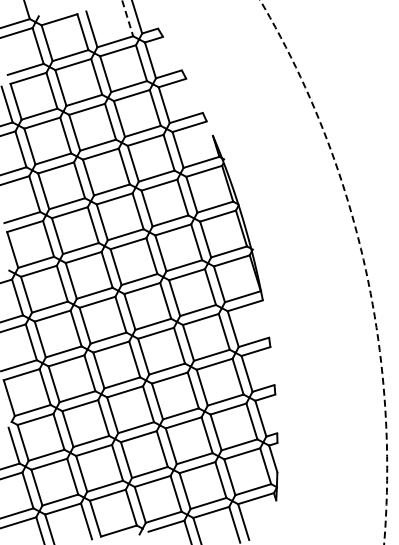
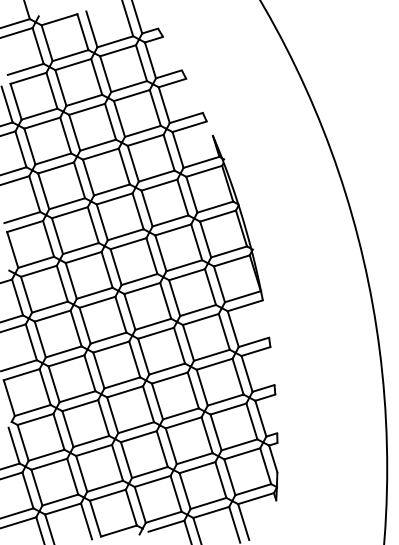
line at (127, 18): dashed -> solid
circle at (323, 272): dashed -> solid
